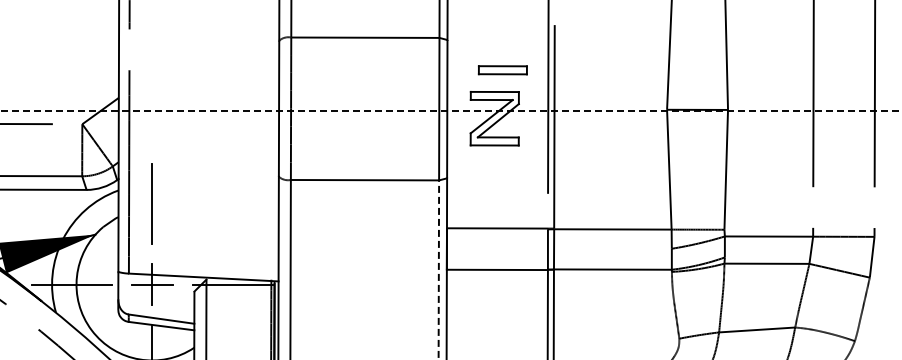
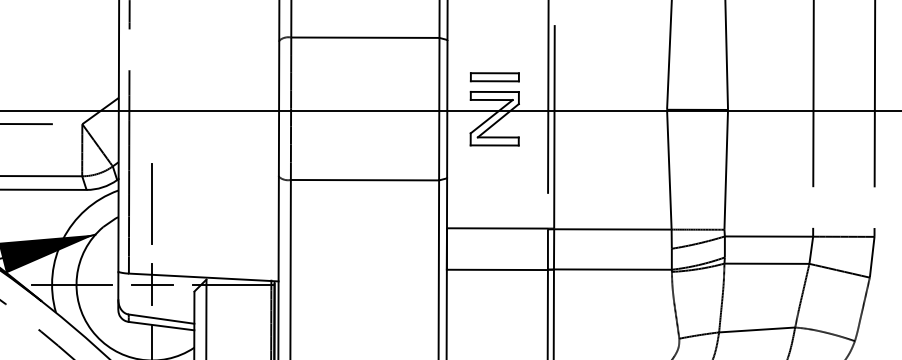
part at (502, 70) position: (502, 70) -> (494, 77)
line at (451, 110): dashed -> solid
line at (438, 270): dashed -> solid
